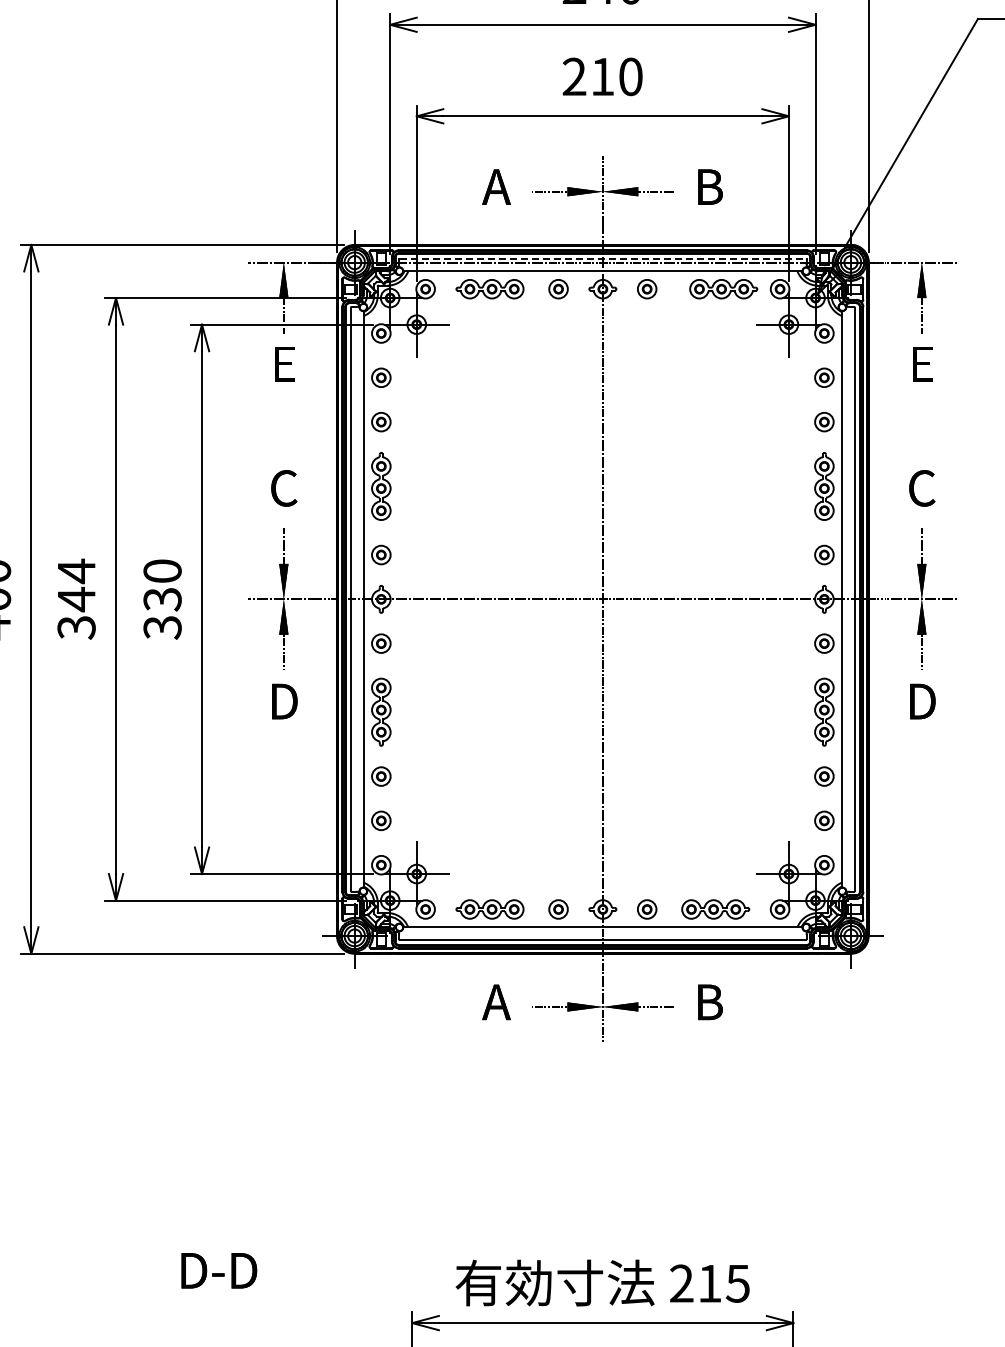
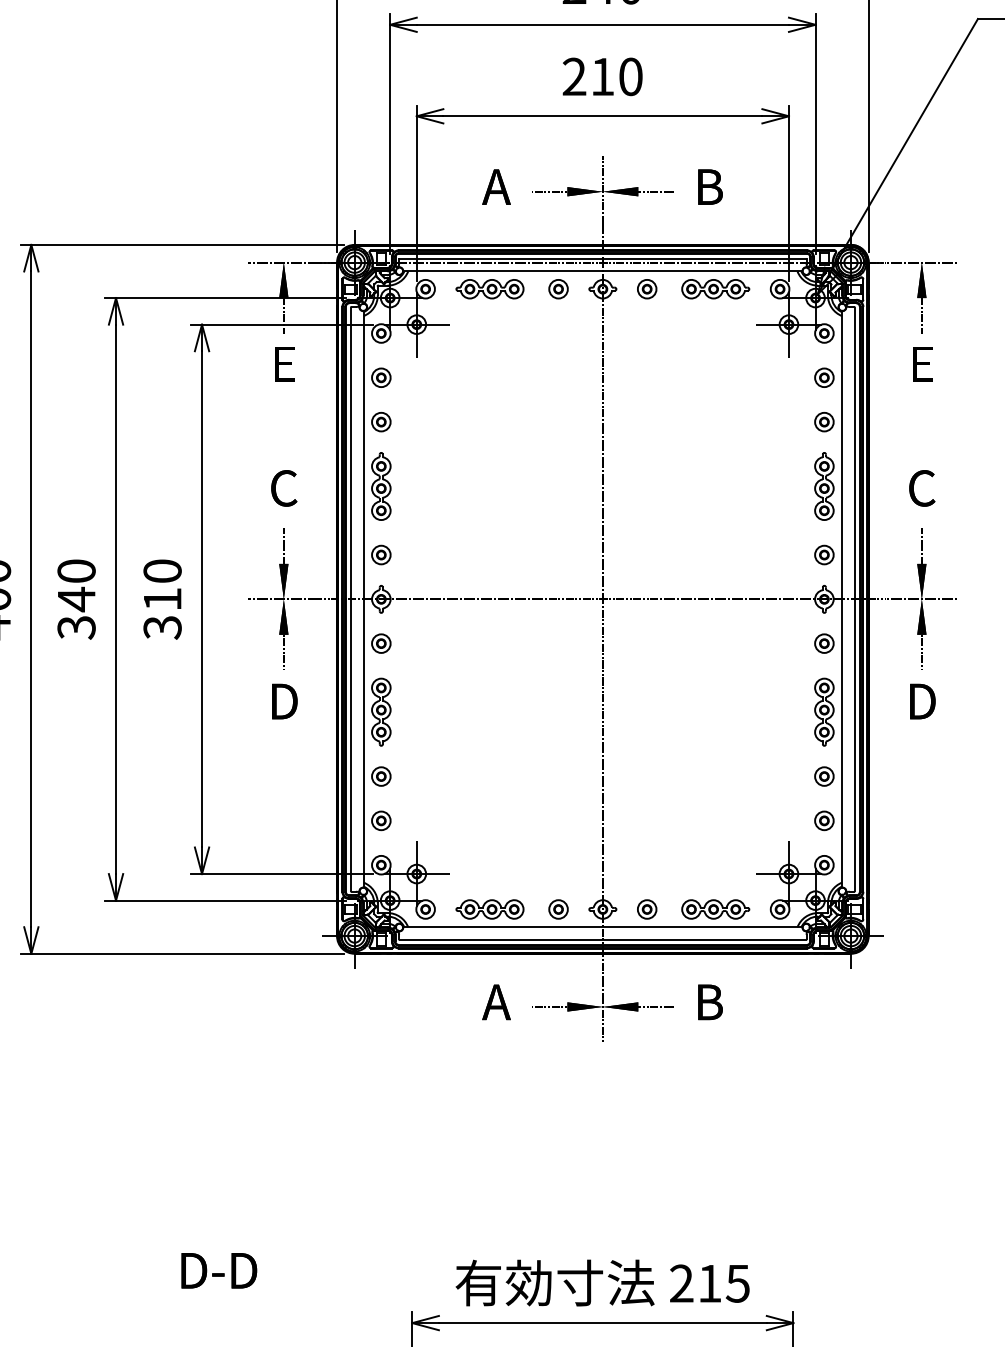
line at (603, 258): dashed -> solid
part at (723, 289) position: (723, 289) -> (715, 289)
text at (76, 571): 344 -> 340
text at (162, 599): 330 -> 310
